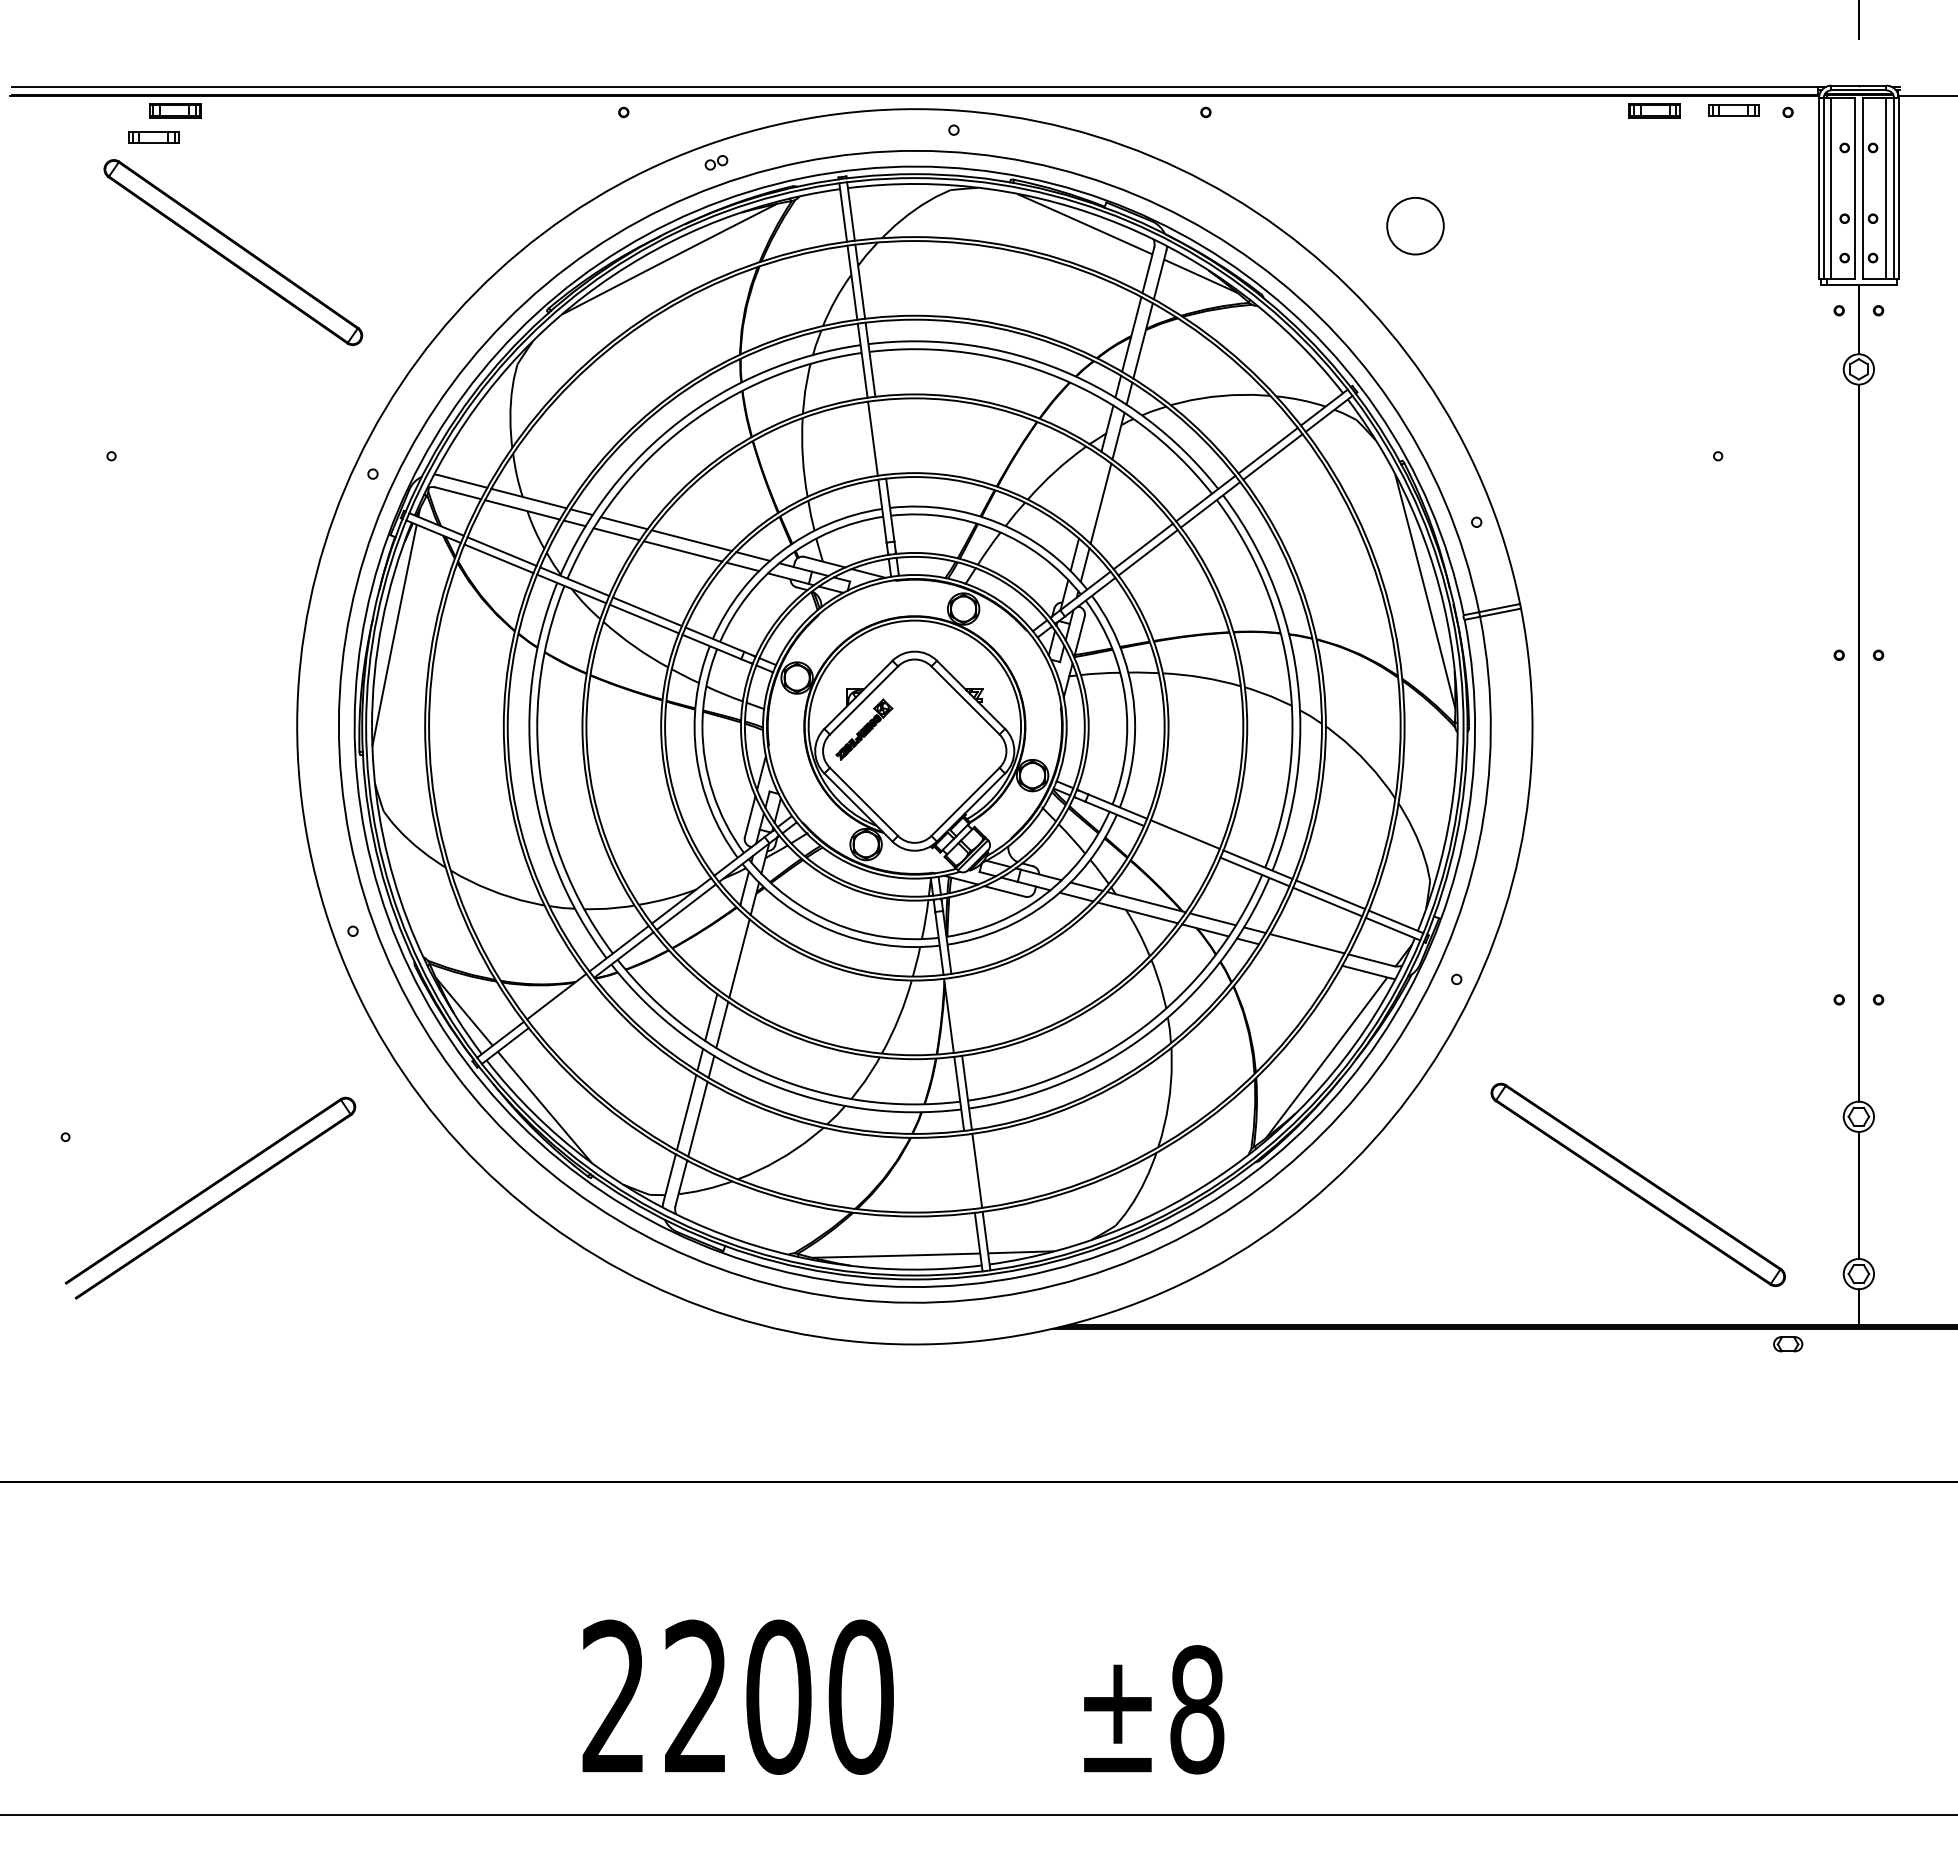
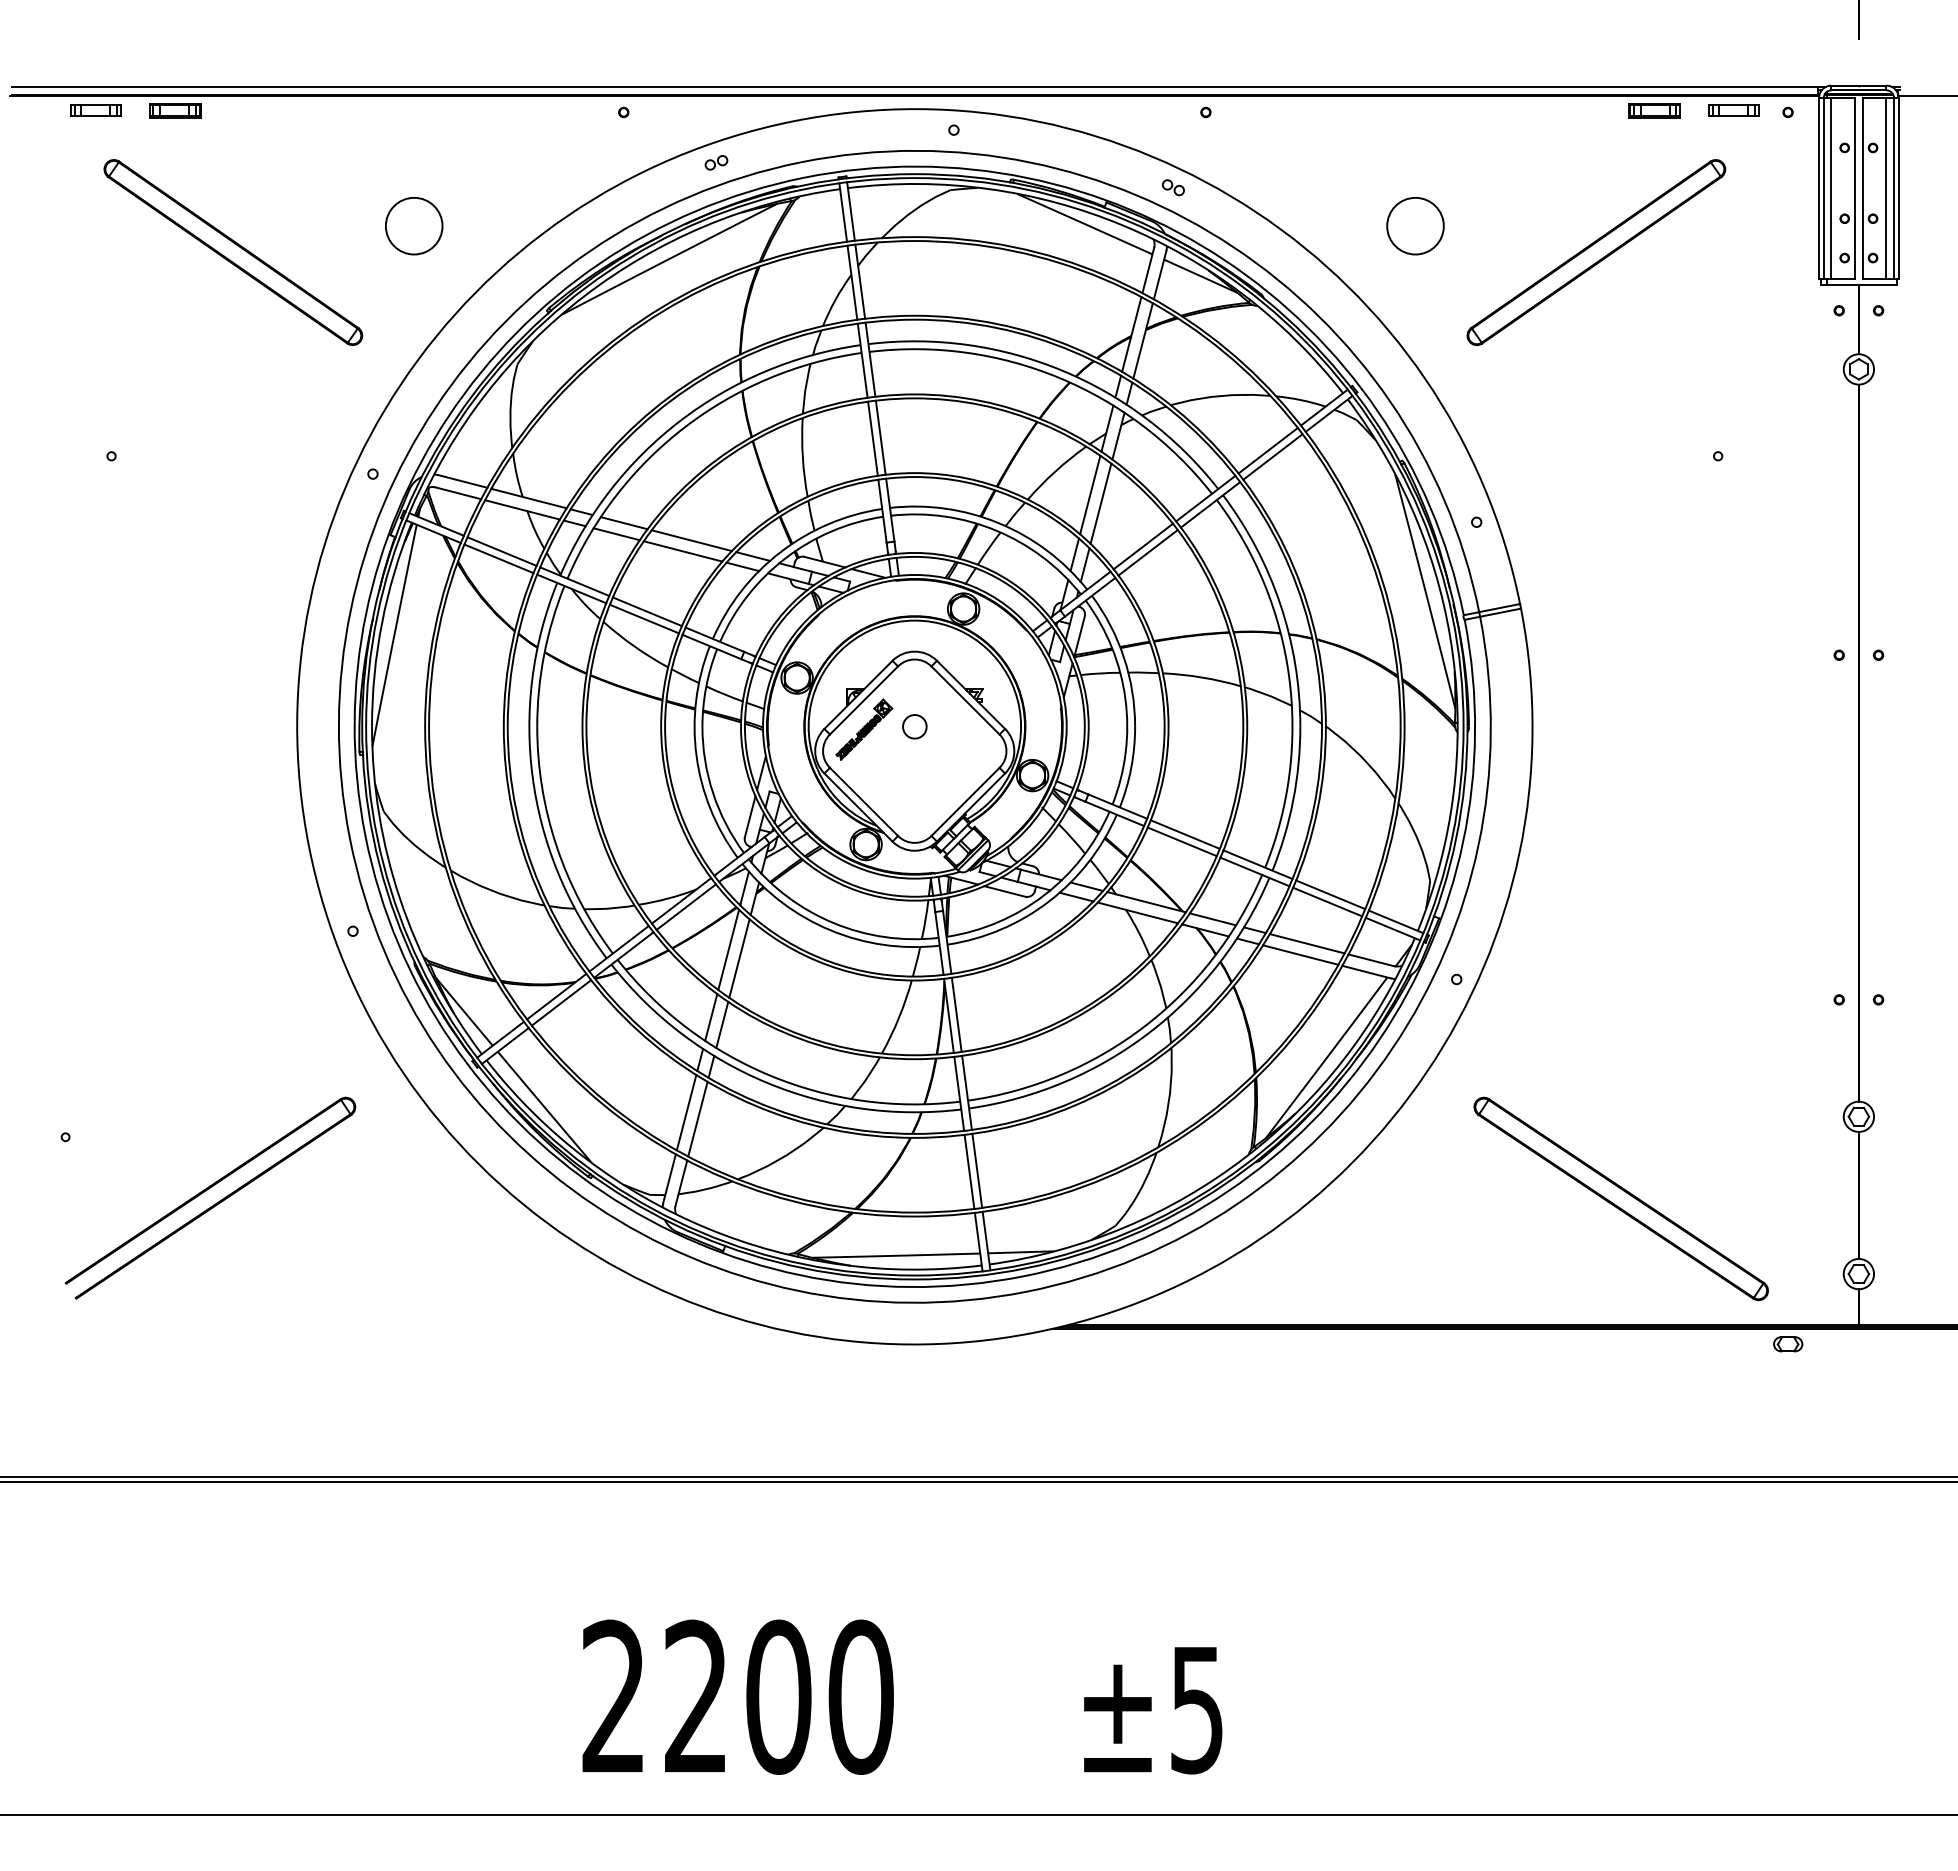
part at (153, 137) position: (153, 137) -> (95, 110)
part at (1173, 187): none -> present
circle at (414, 226): none -> present
part at (1596, 252): none -> present
line at (880, 437): none -> present
line at (1090, 494): none -> present
circle at (914, 726): none -> present
line at (1181, 841): none -> present
line at (728, 949): none -> present
line at (1300, 954): none -> present
line at (561, 1002): none -> present
line at (956, 1014): none -> present
line at (969, 1171): none -> present
part at (1637, 1184) position: (1637, 1184) -> (1620, 1198)
line at (978, 1477): none -> present
text at (1197, 1709): ±8 -> ±5
